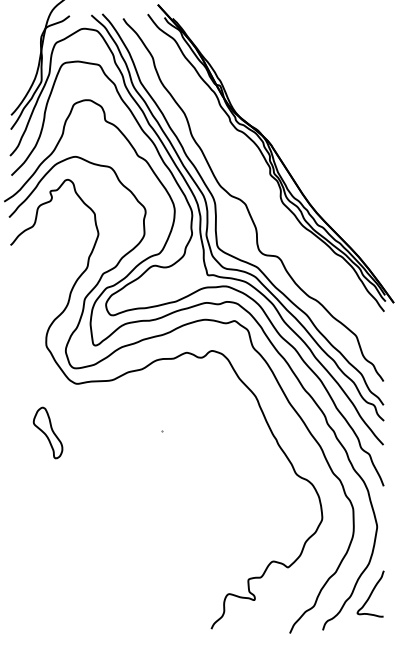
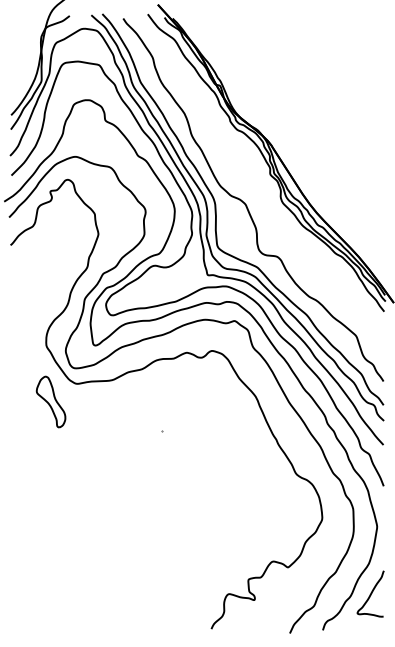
part at (47, 432) position: (47, 432) -> (50, 401)
